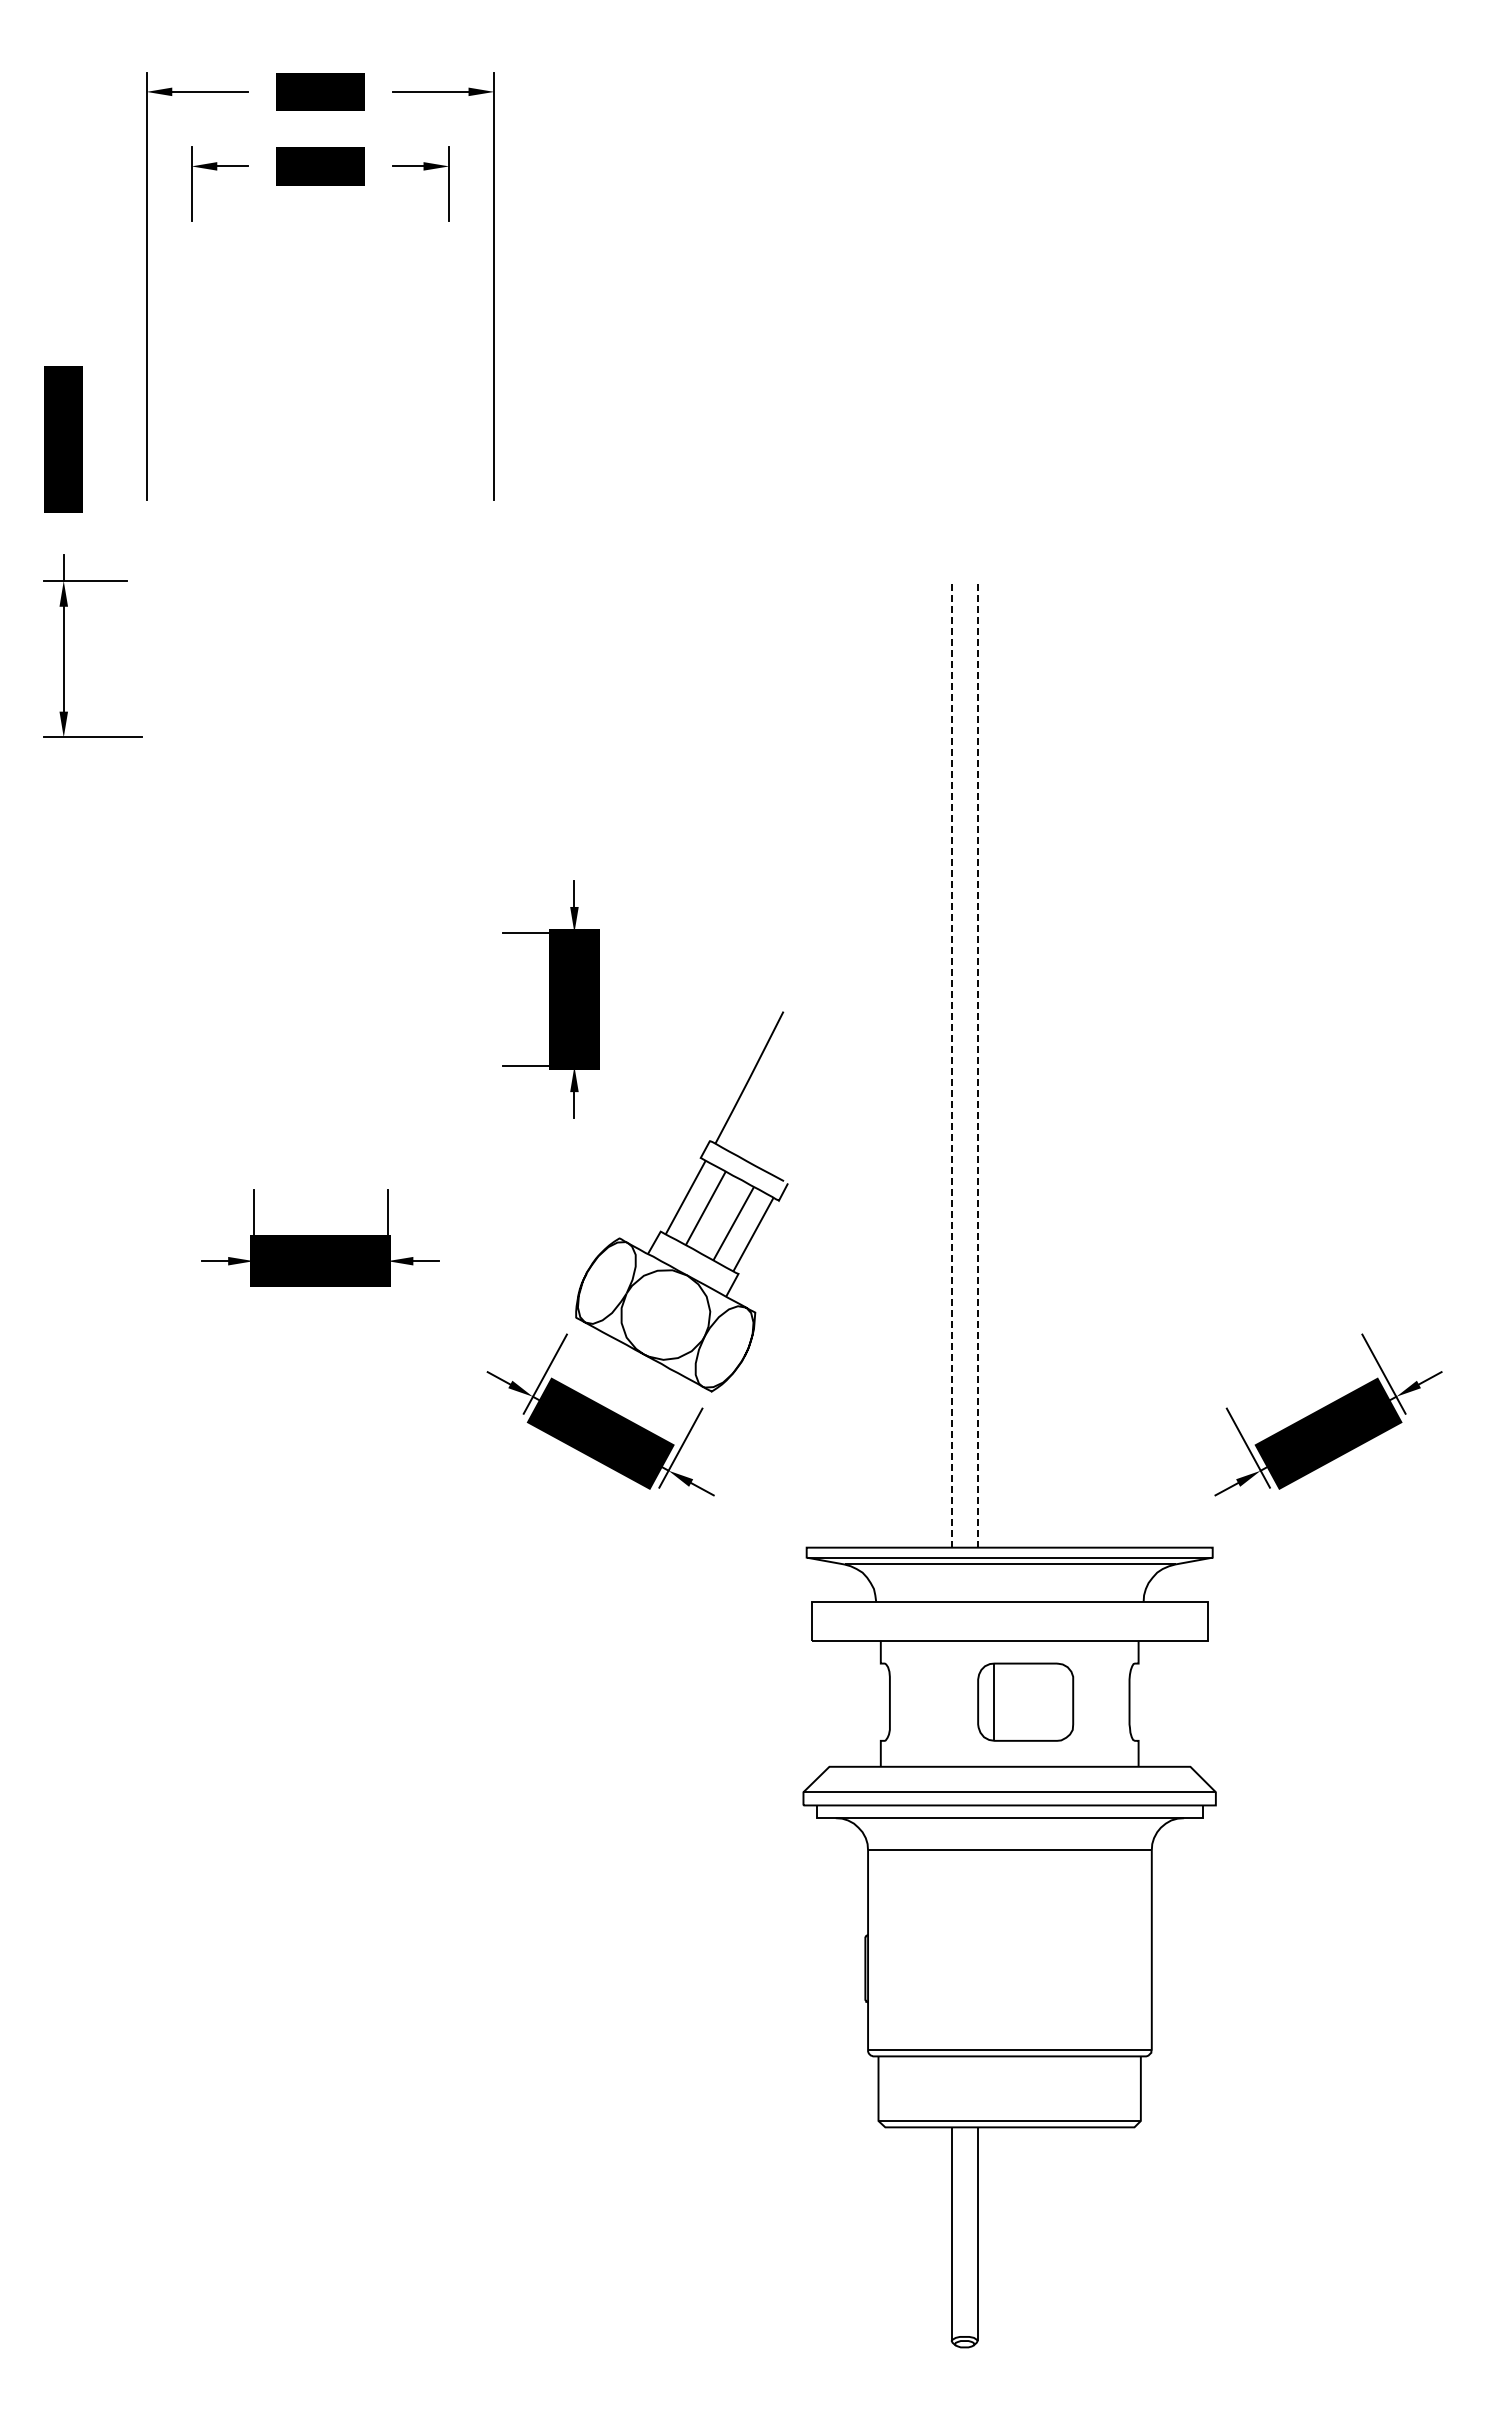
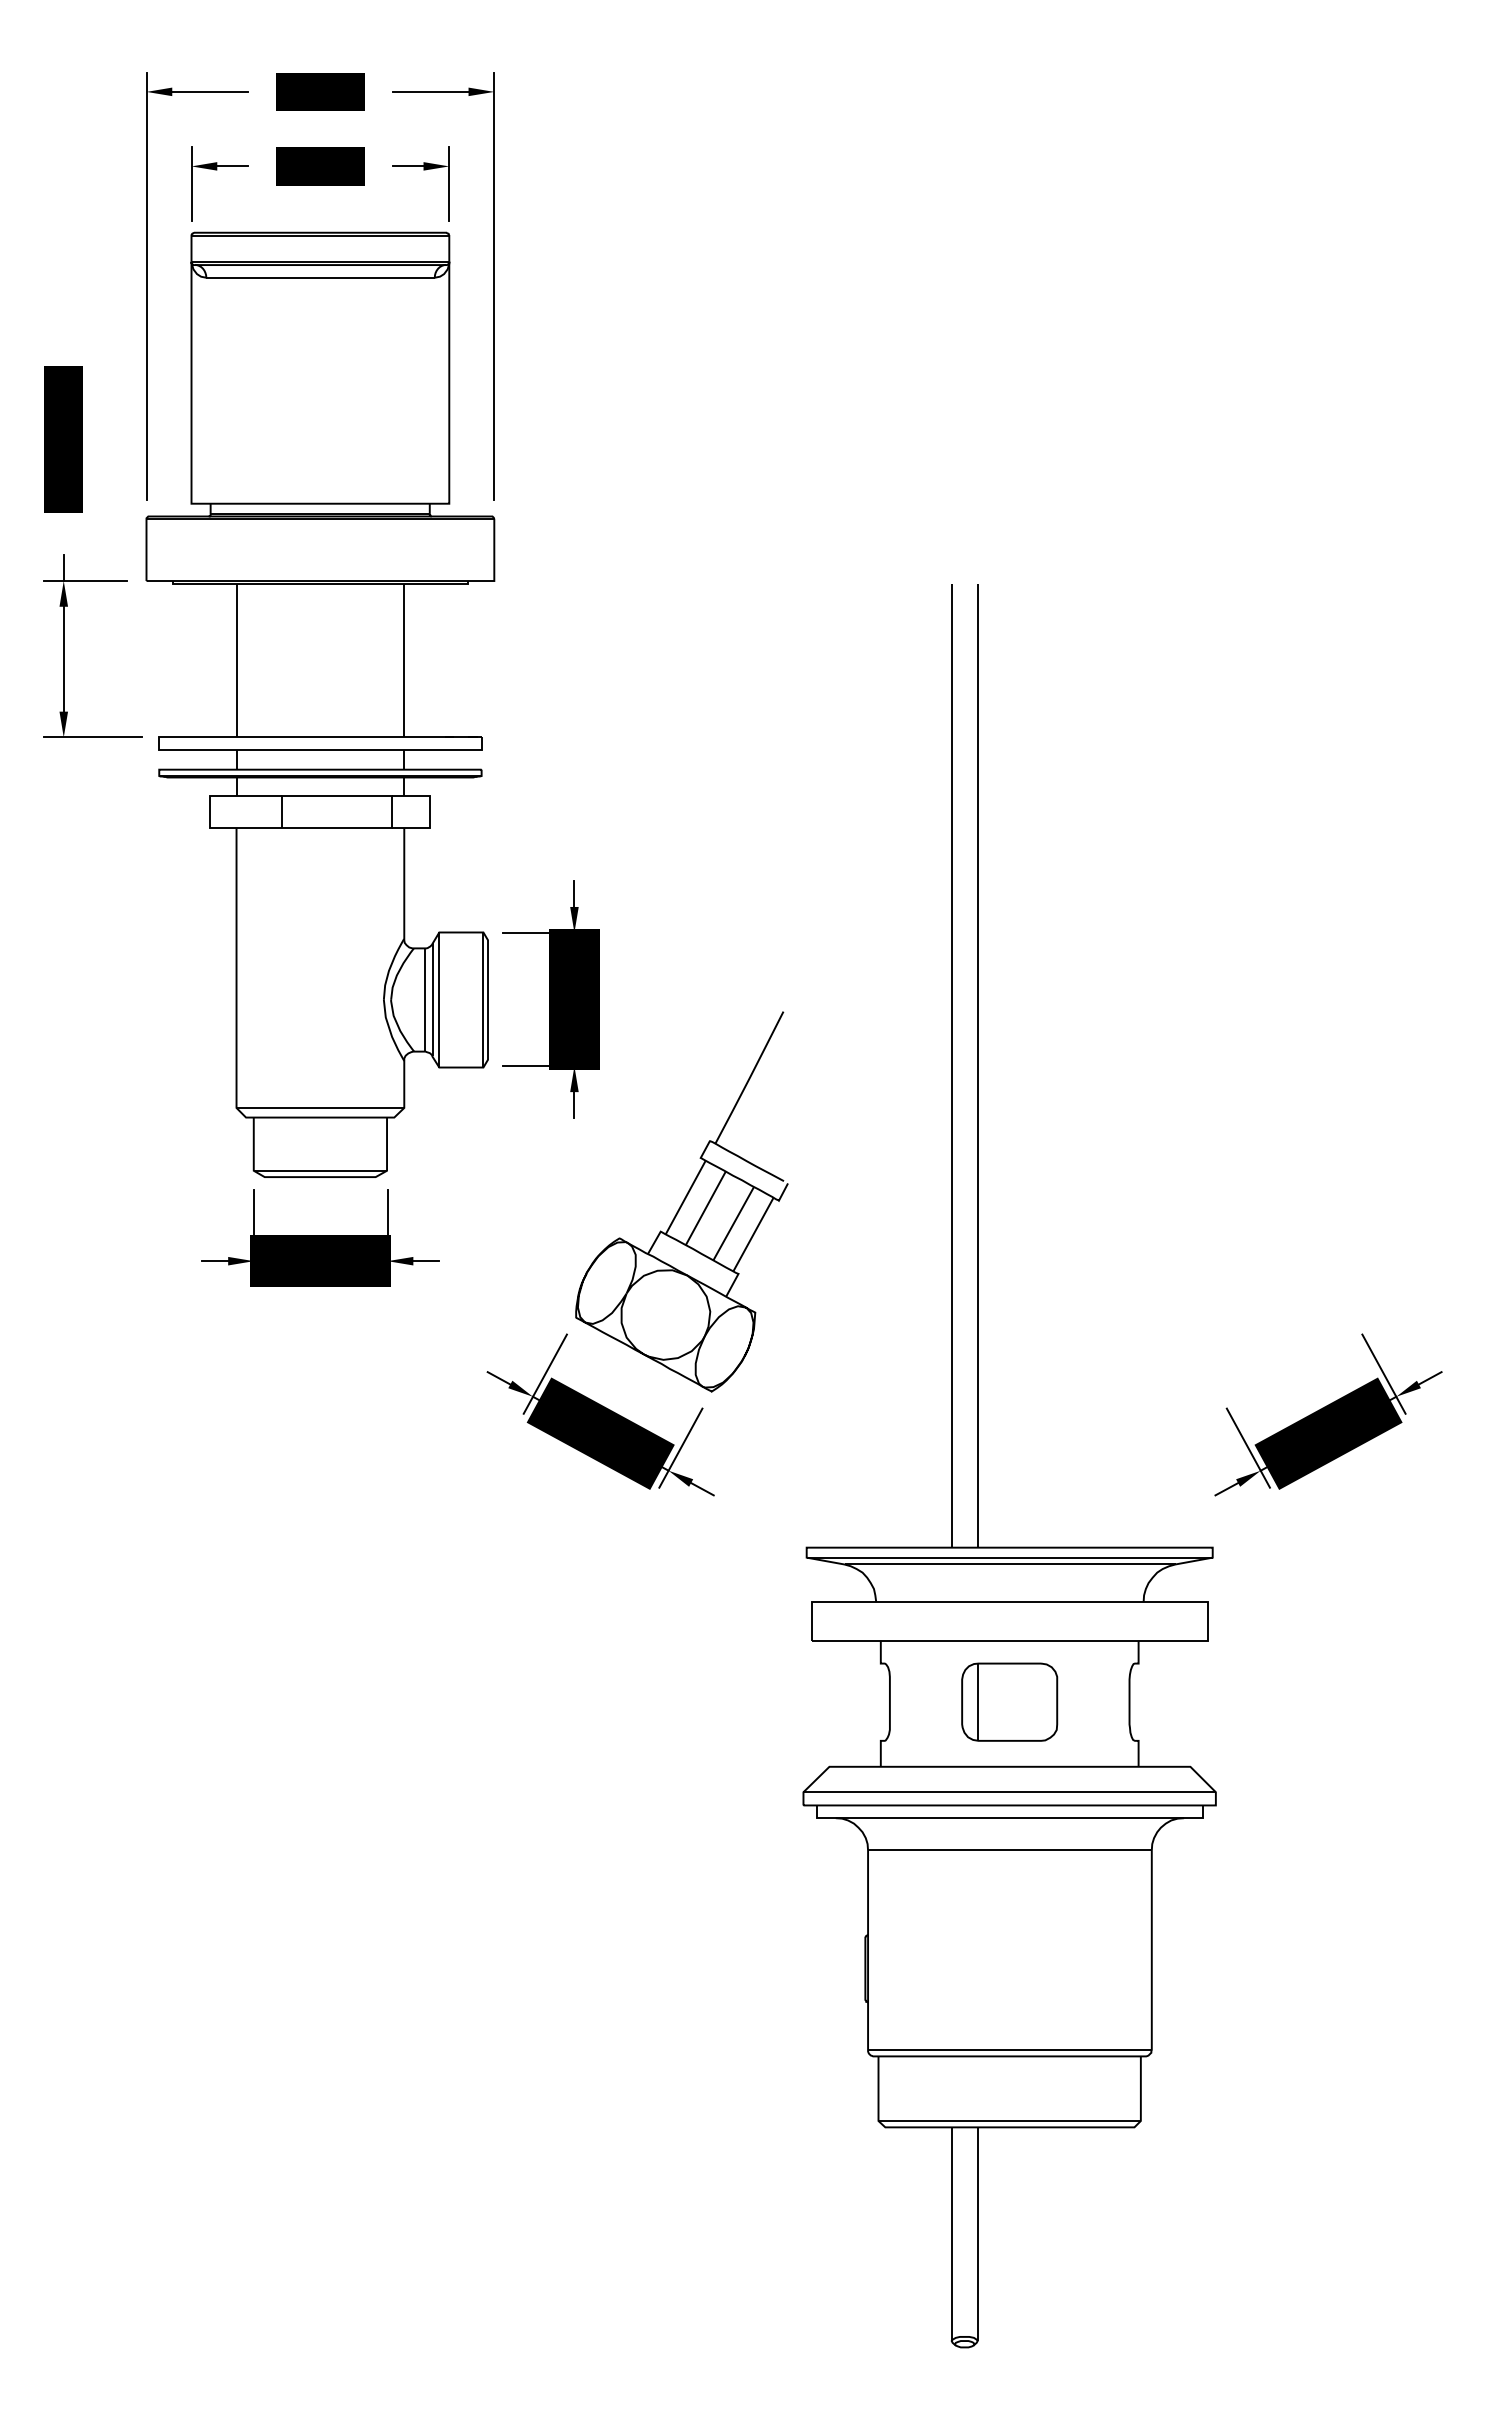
part at (320, 704): none -> present
line at (951, 1065): dashed -> solid
line at (977, 1065): dashed -> solid
part at (1025, 1701) position: (1025, 1701) -> (1009, 1701)
